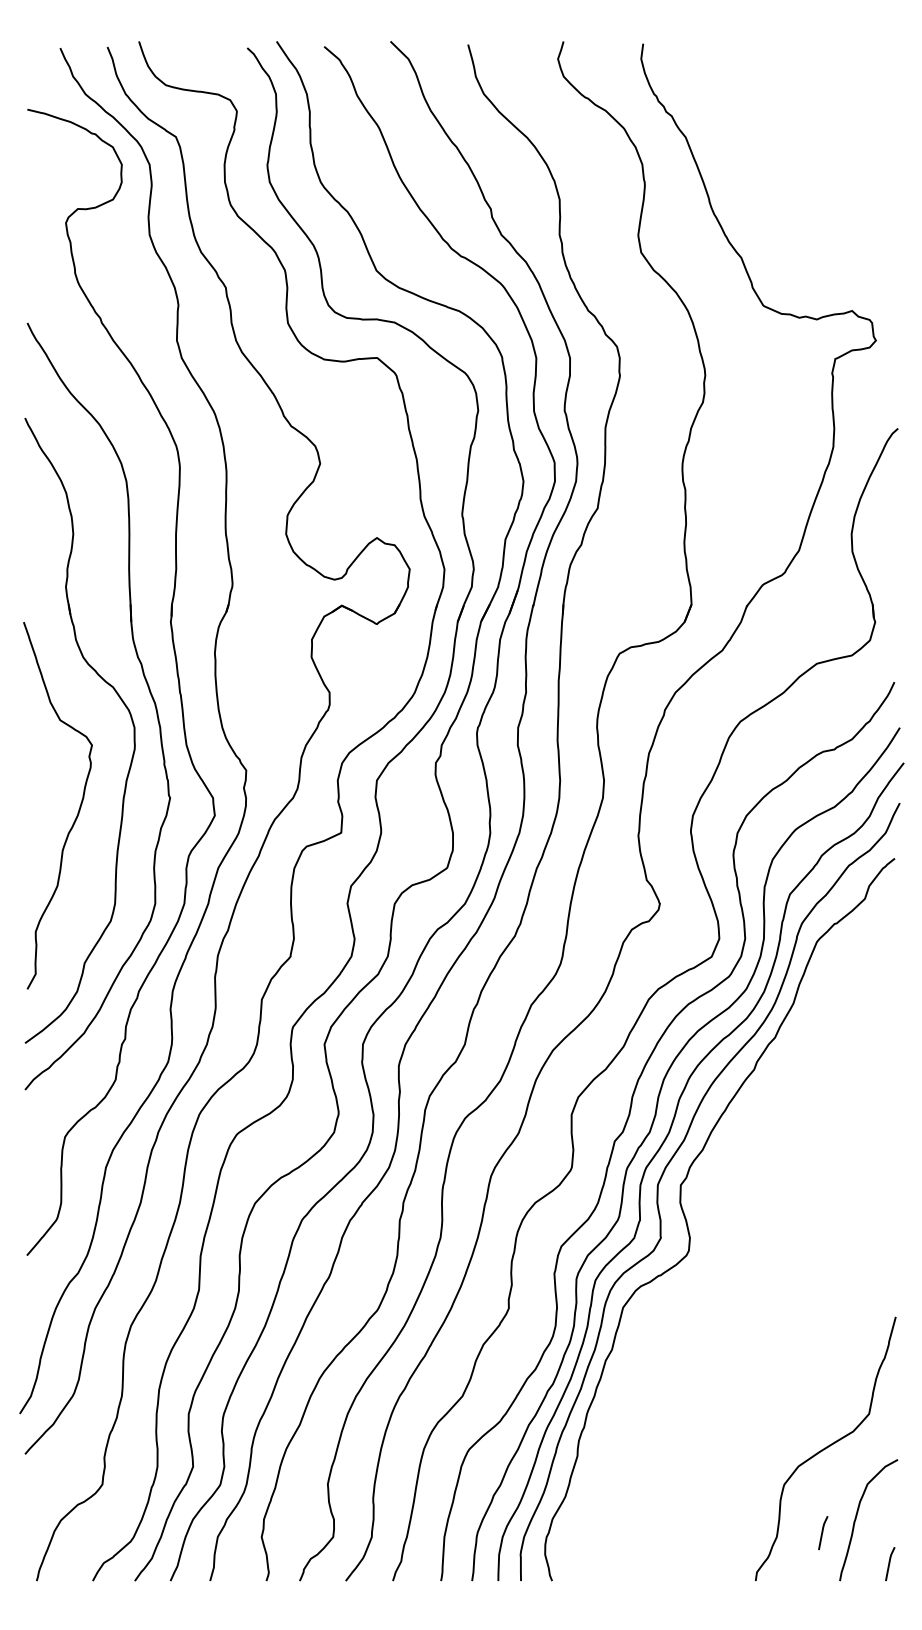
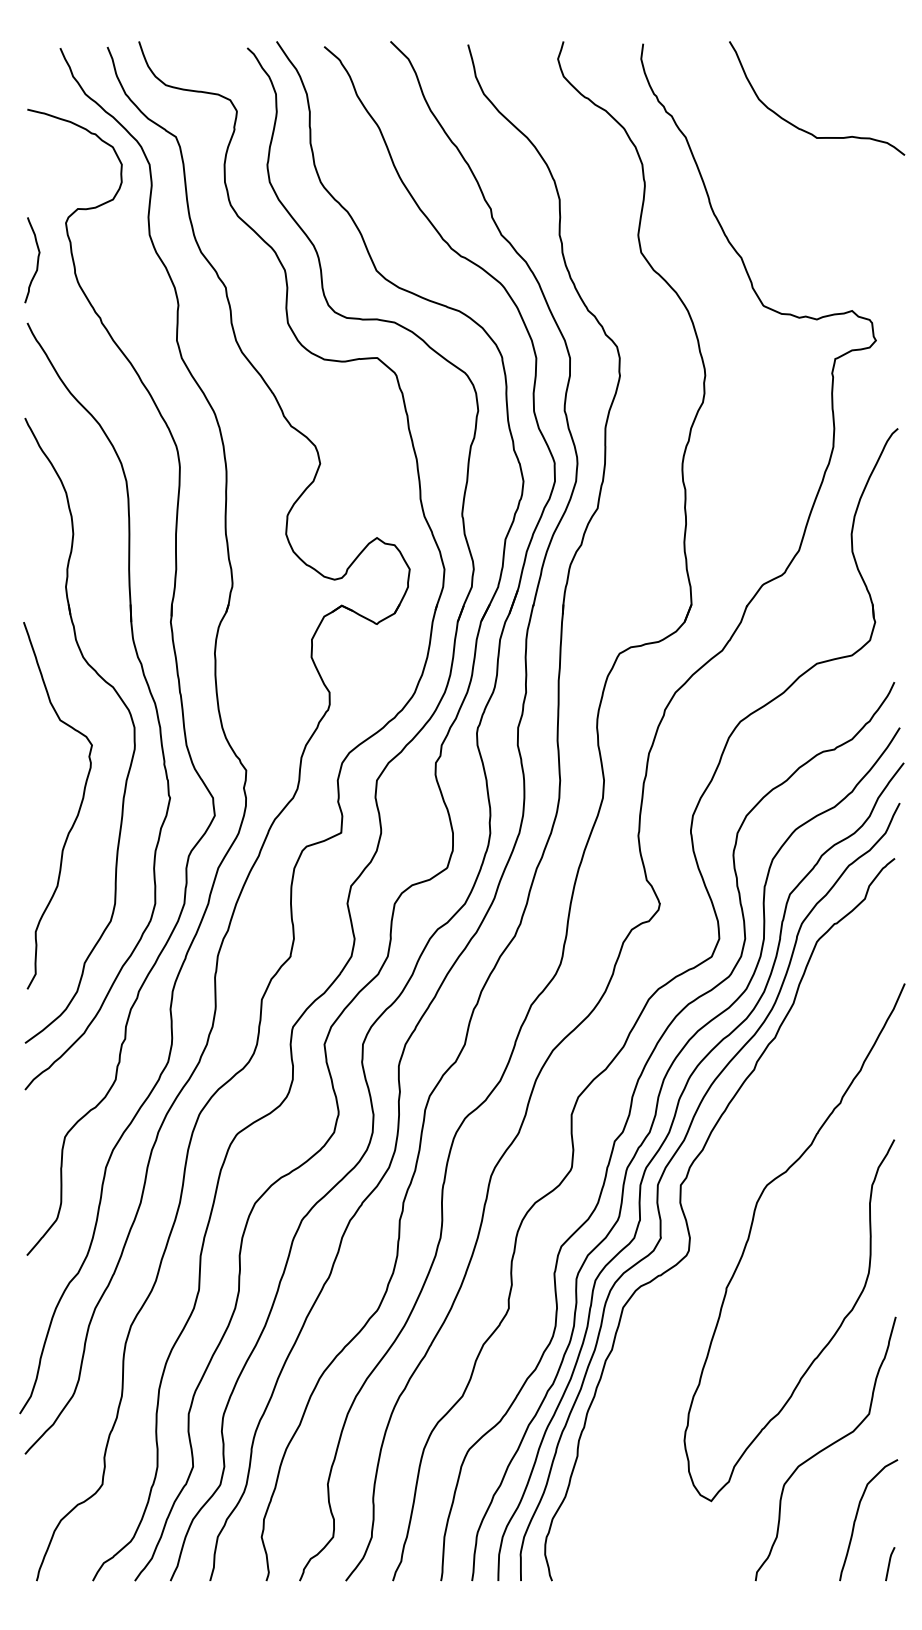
curve at (801, 128): none -> present
curve at (37, 260): none -> present
curve at (751, 1231): none -> present
line at (823, 1532): present -> none
